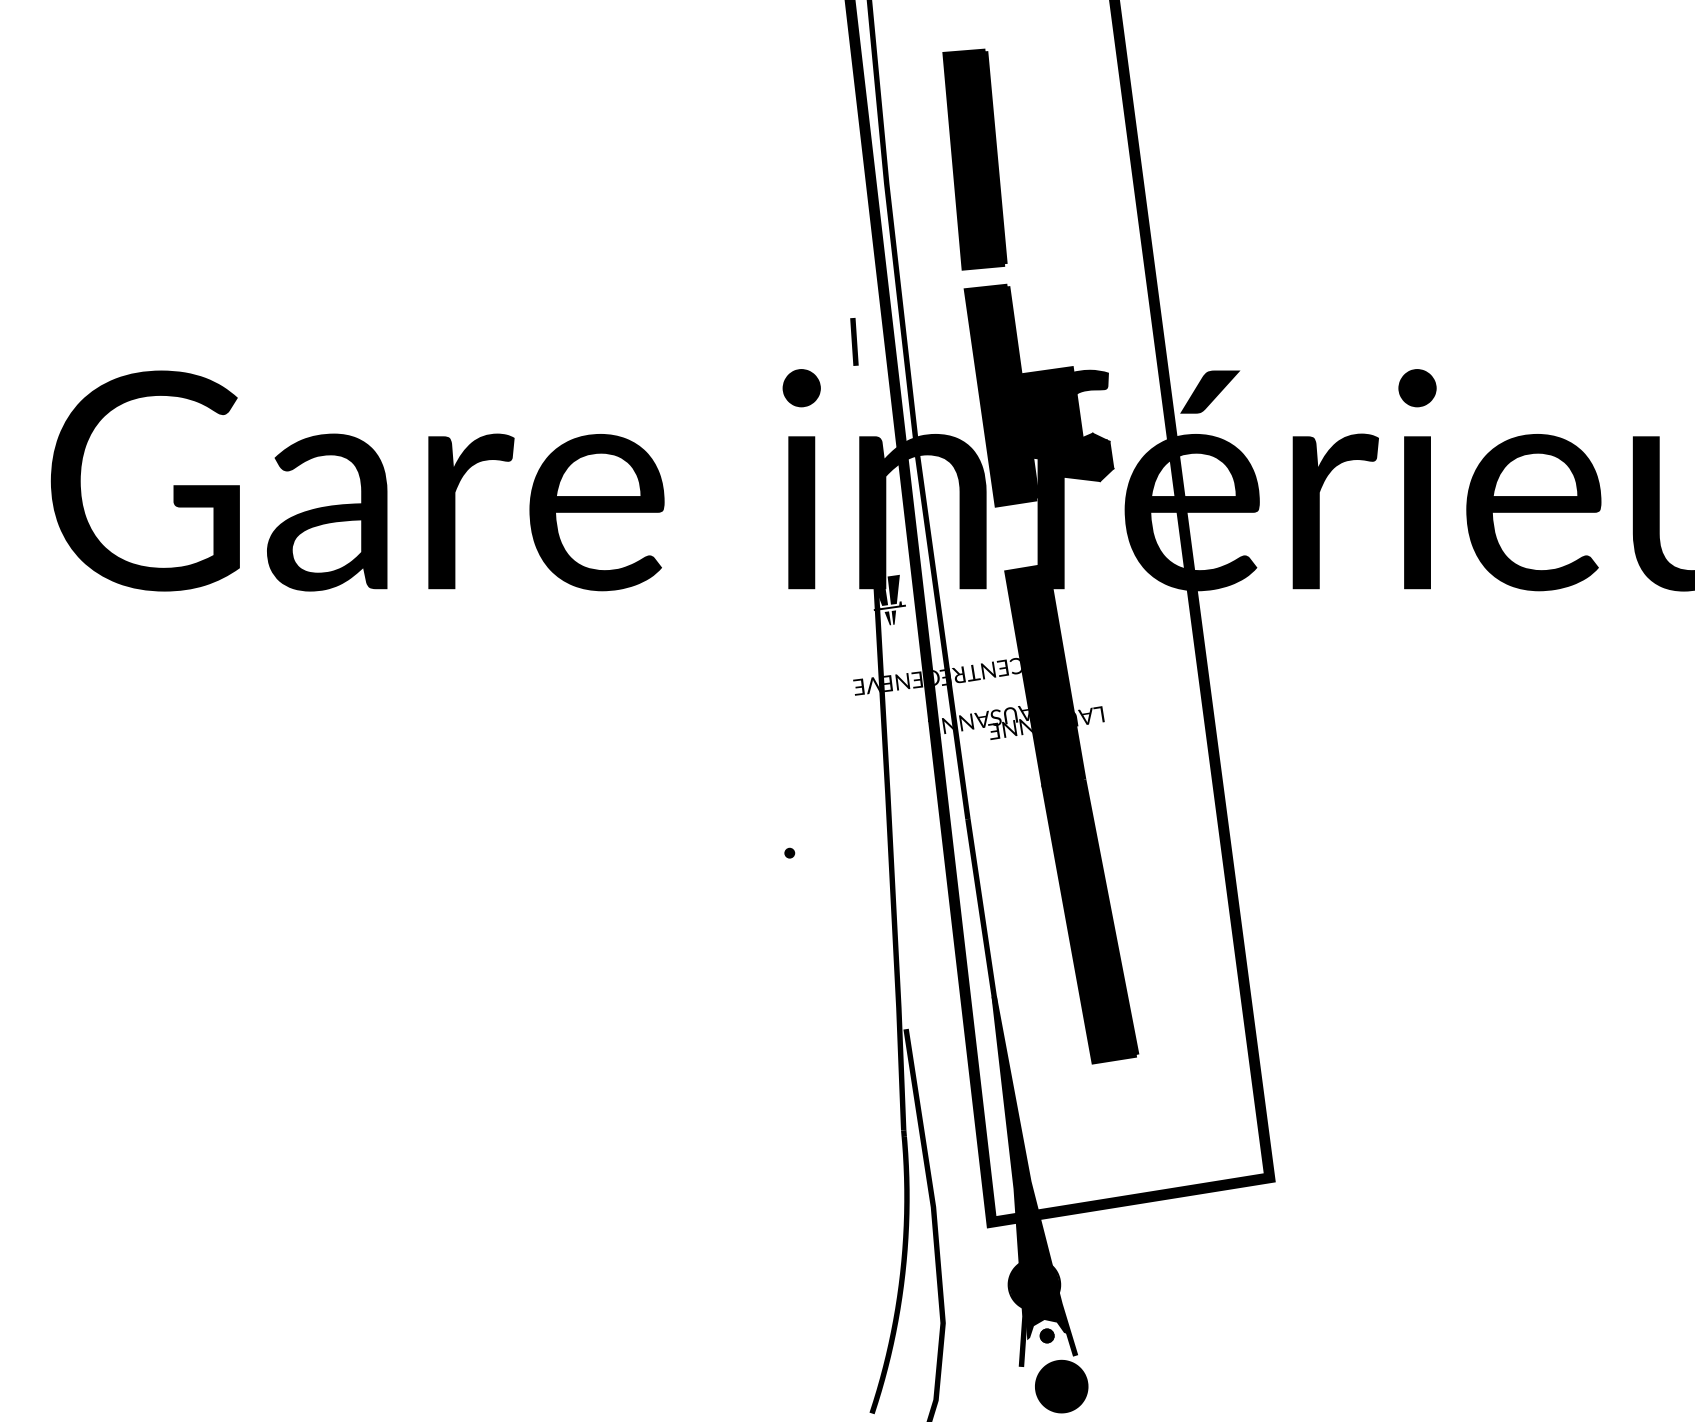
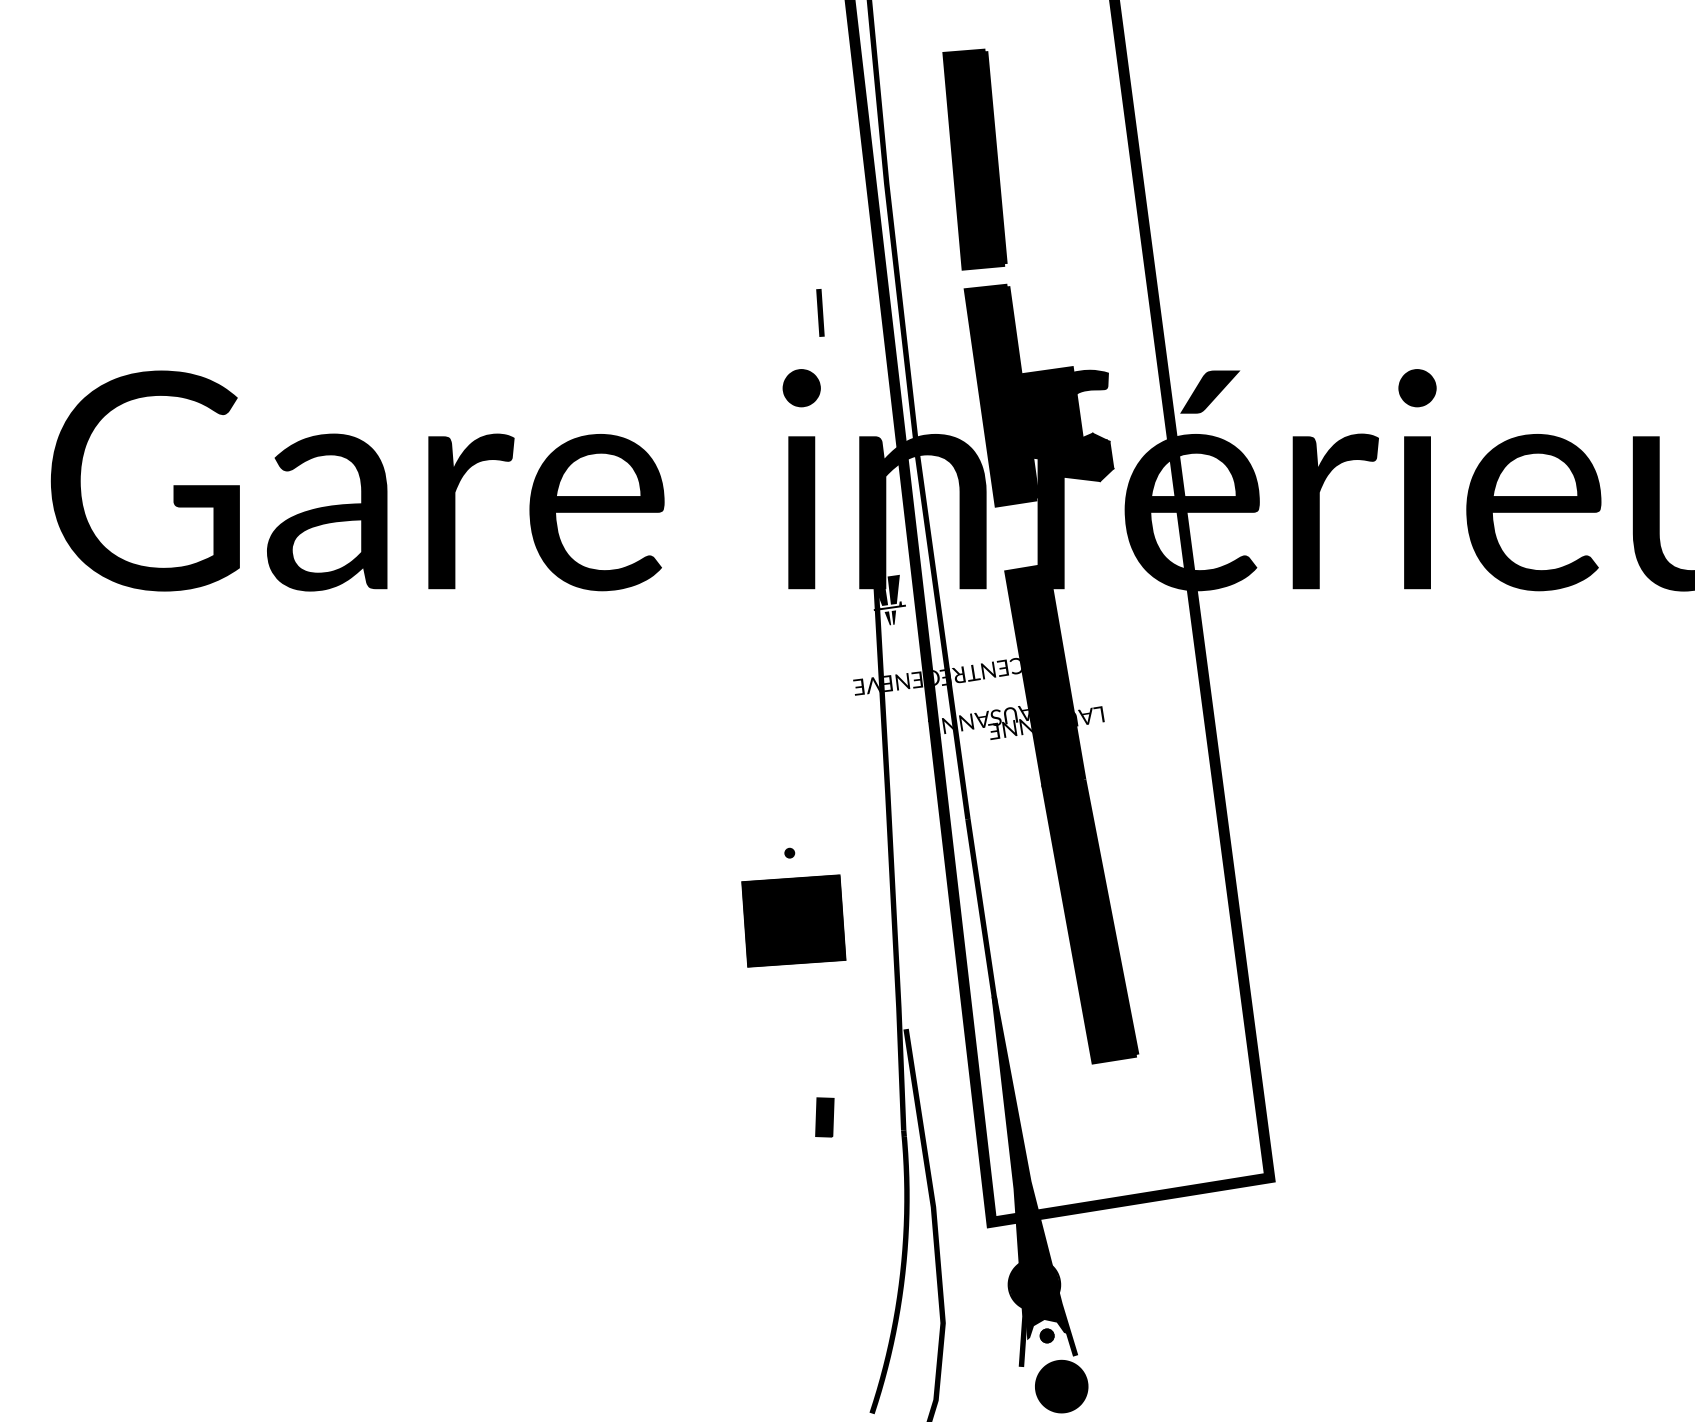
line at (854, 341) position: (854, 341) -> (820, 312)
part at (793, 920): none -> present
part at (824, 1117): none -> present
